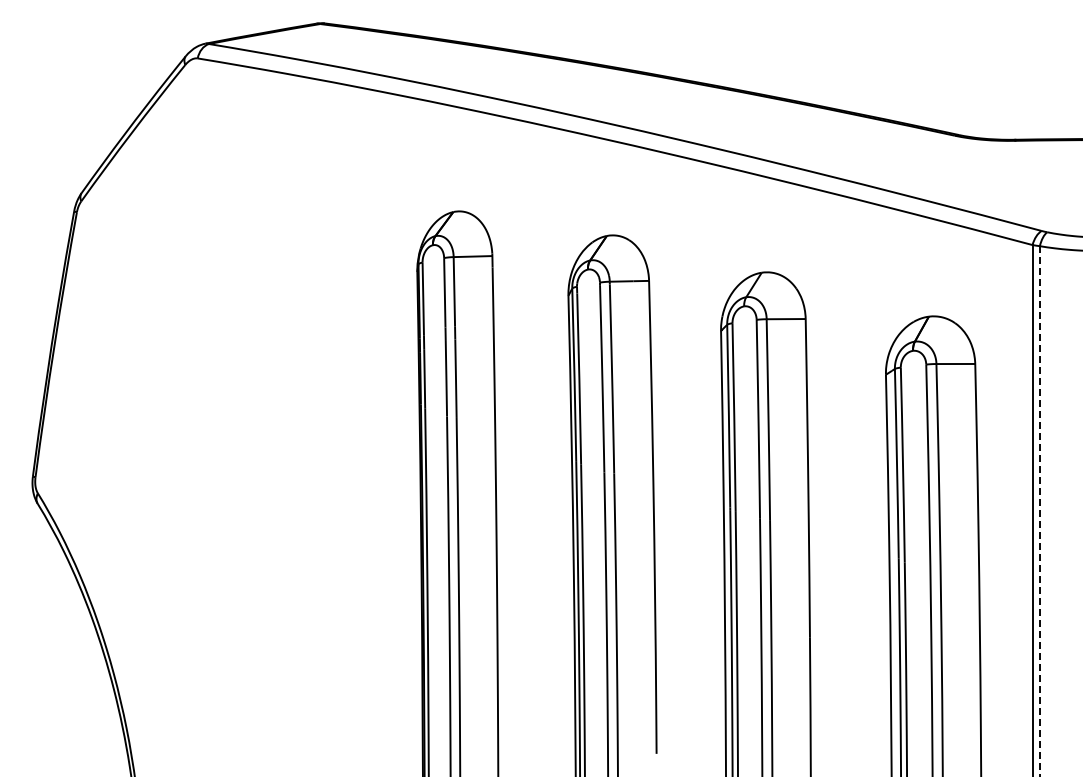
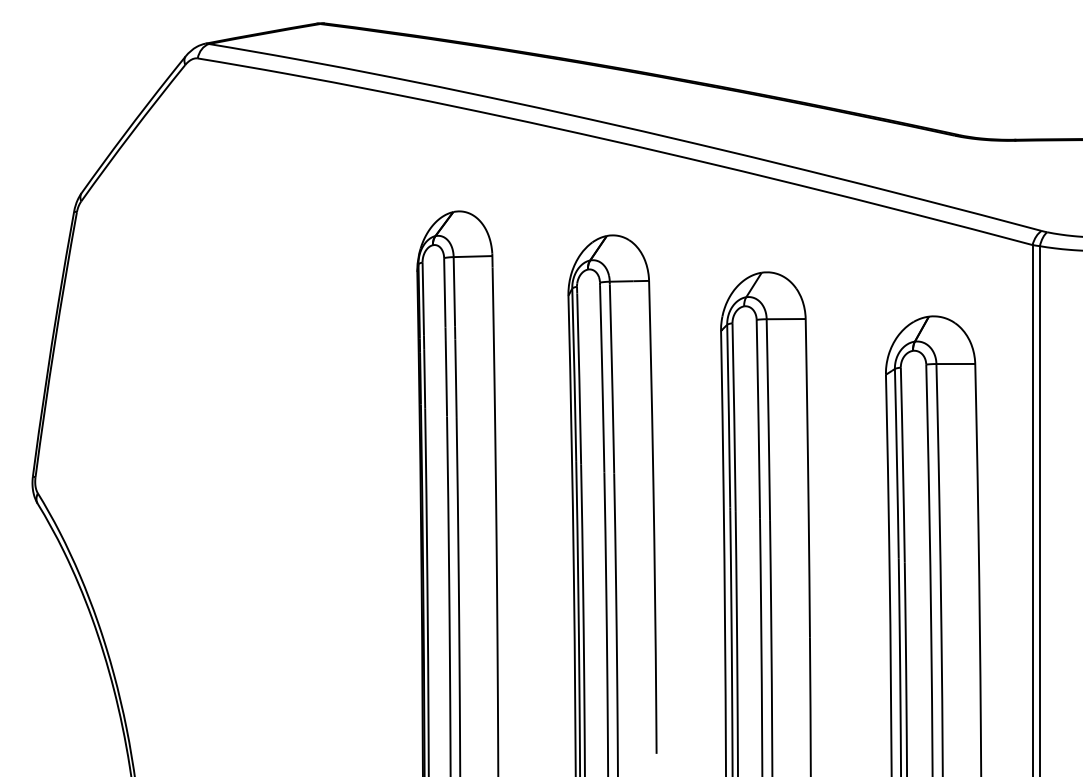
line at (1039, 511): dashed -> solid
